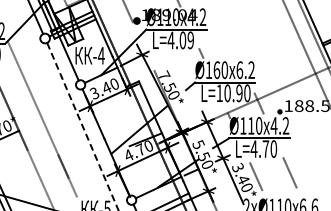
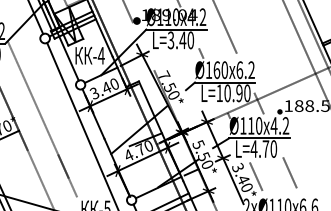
line at (225, 27): none -> present
text at (180, 40): L=4.09 -> L=3.40
line at (83, 127): dashed -> solid
